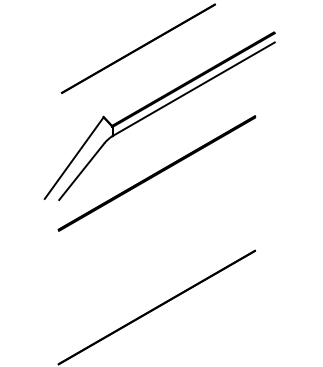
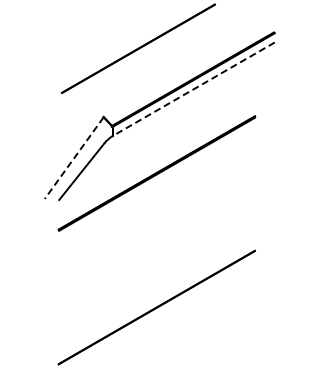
line at (193, 89): solid -> dashed
line at (73, 158): solid -> dashed
